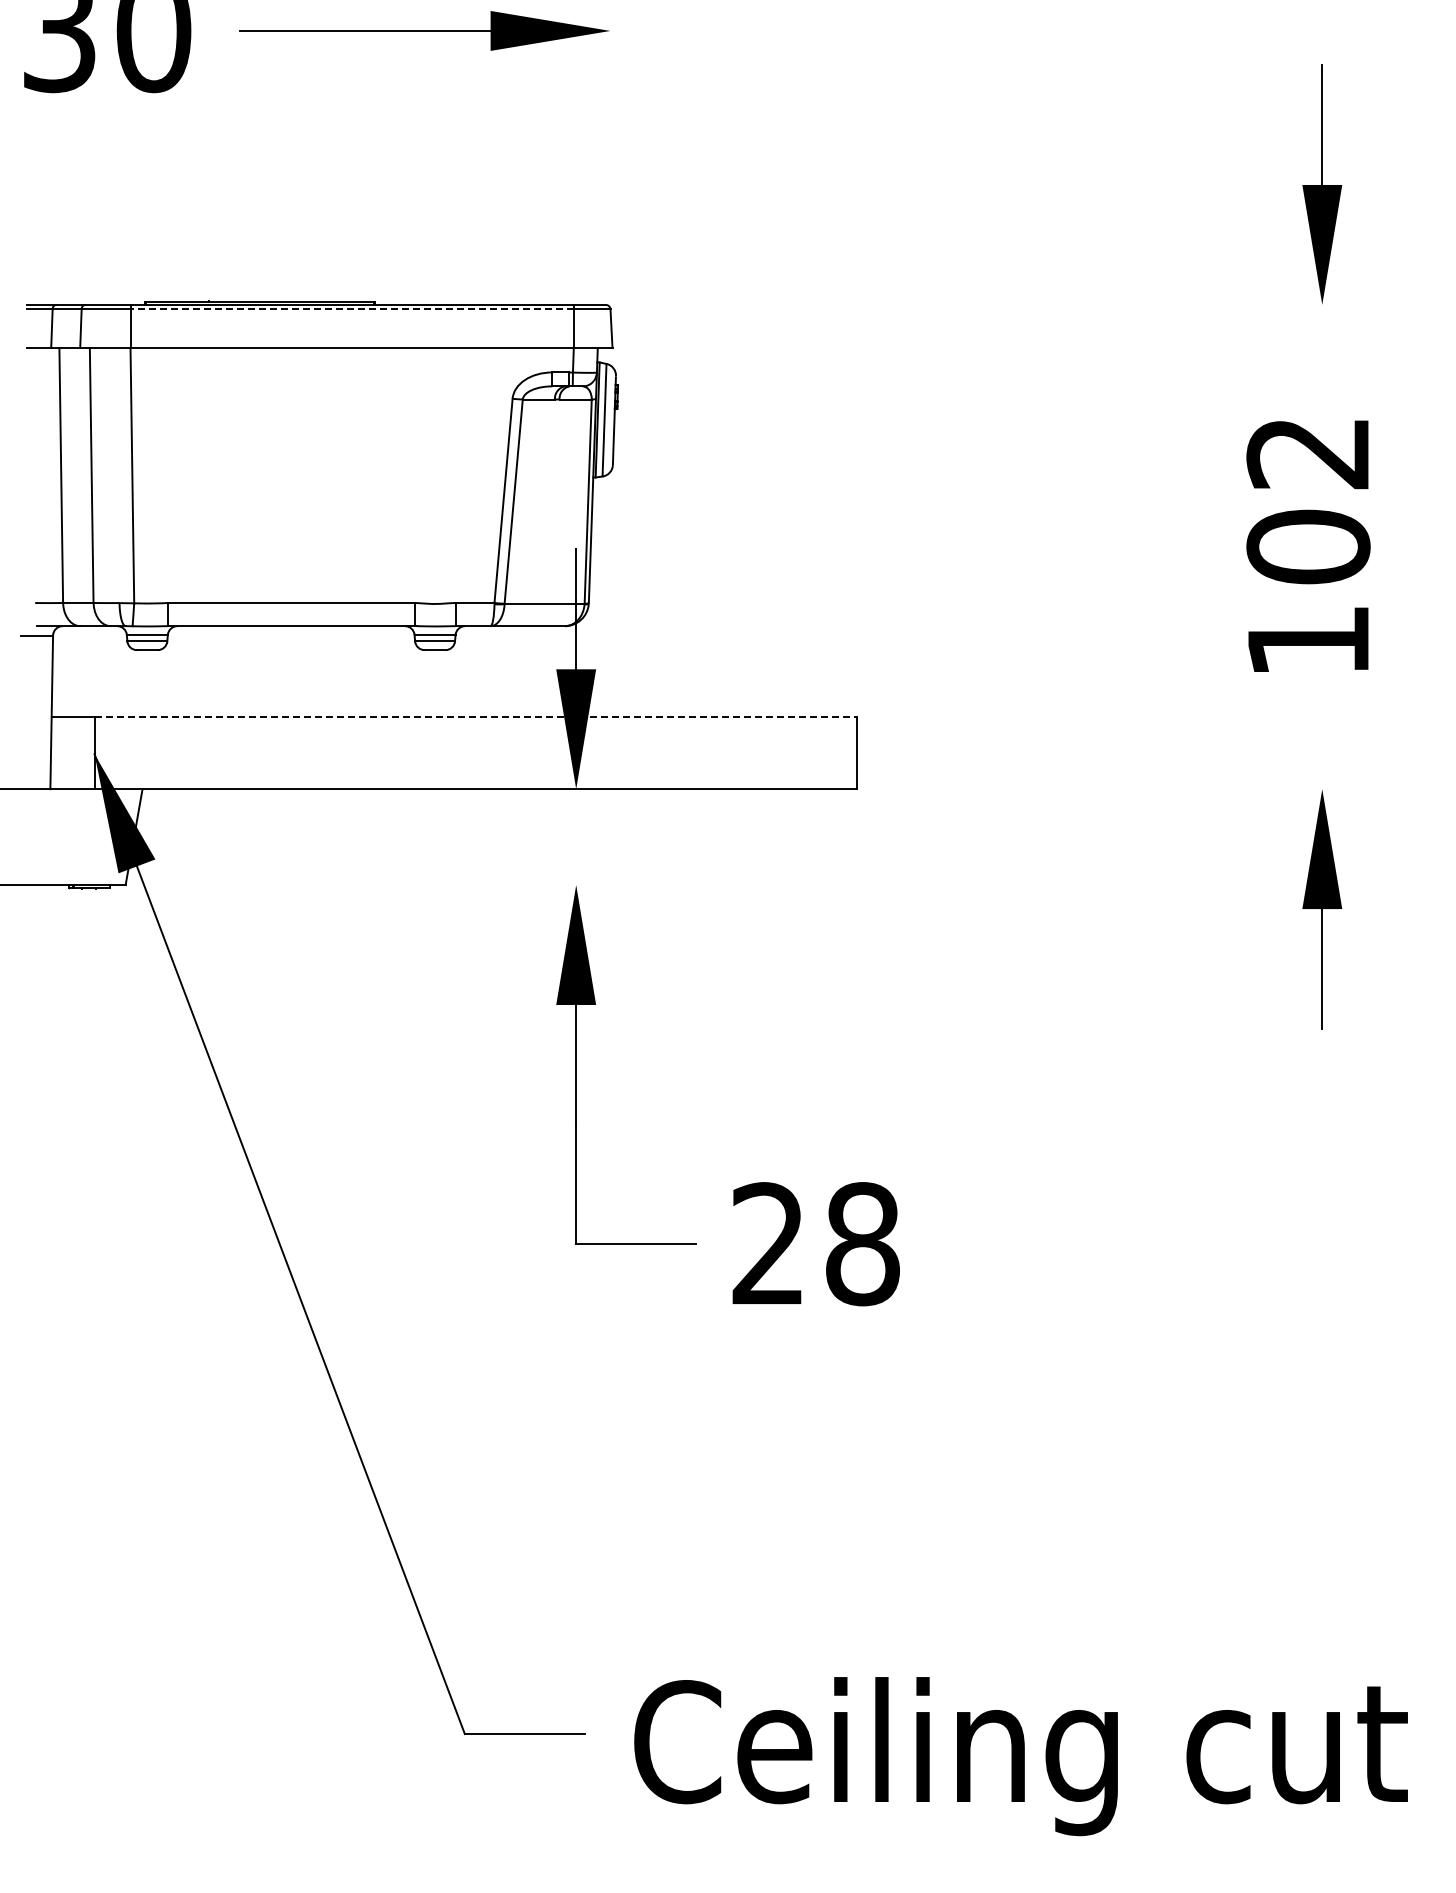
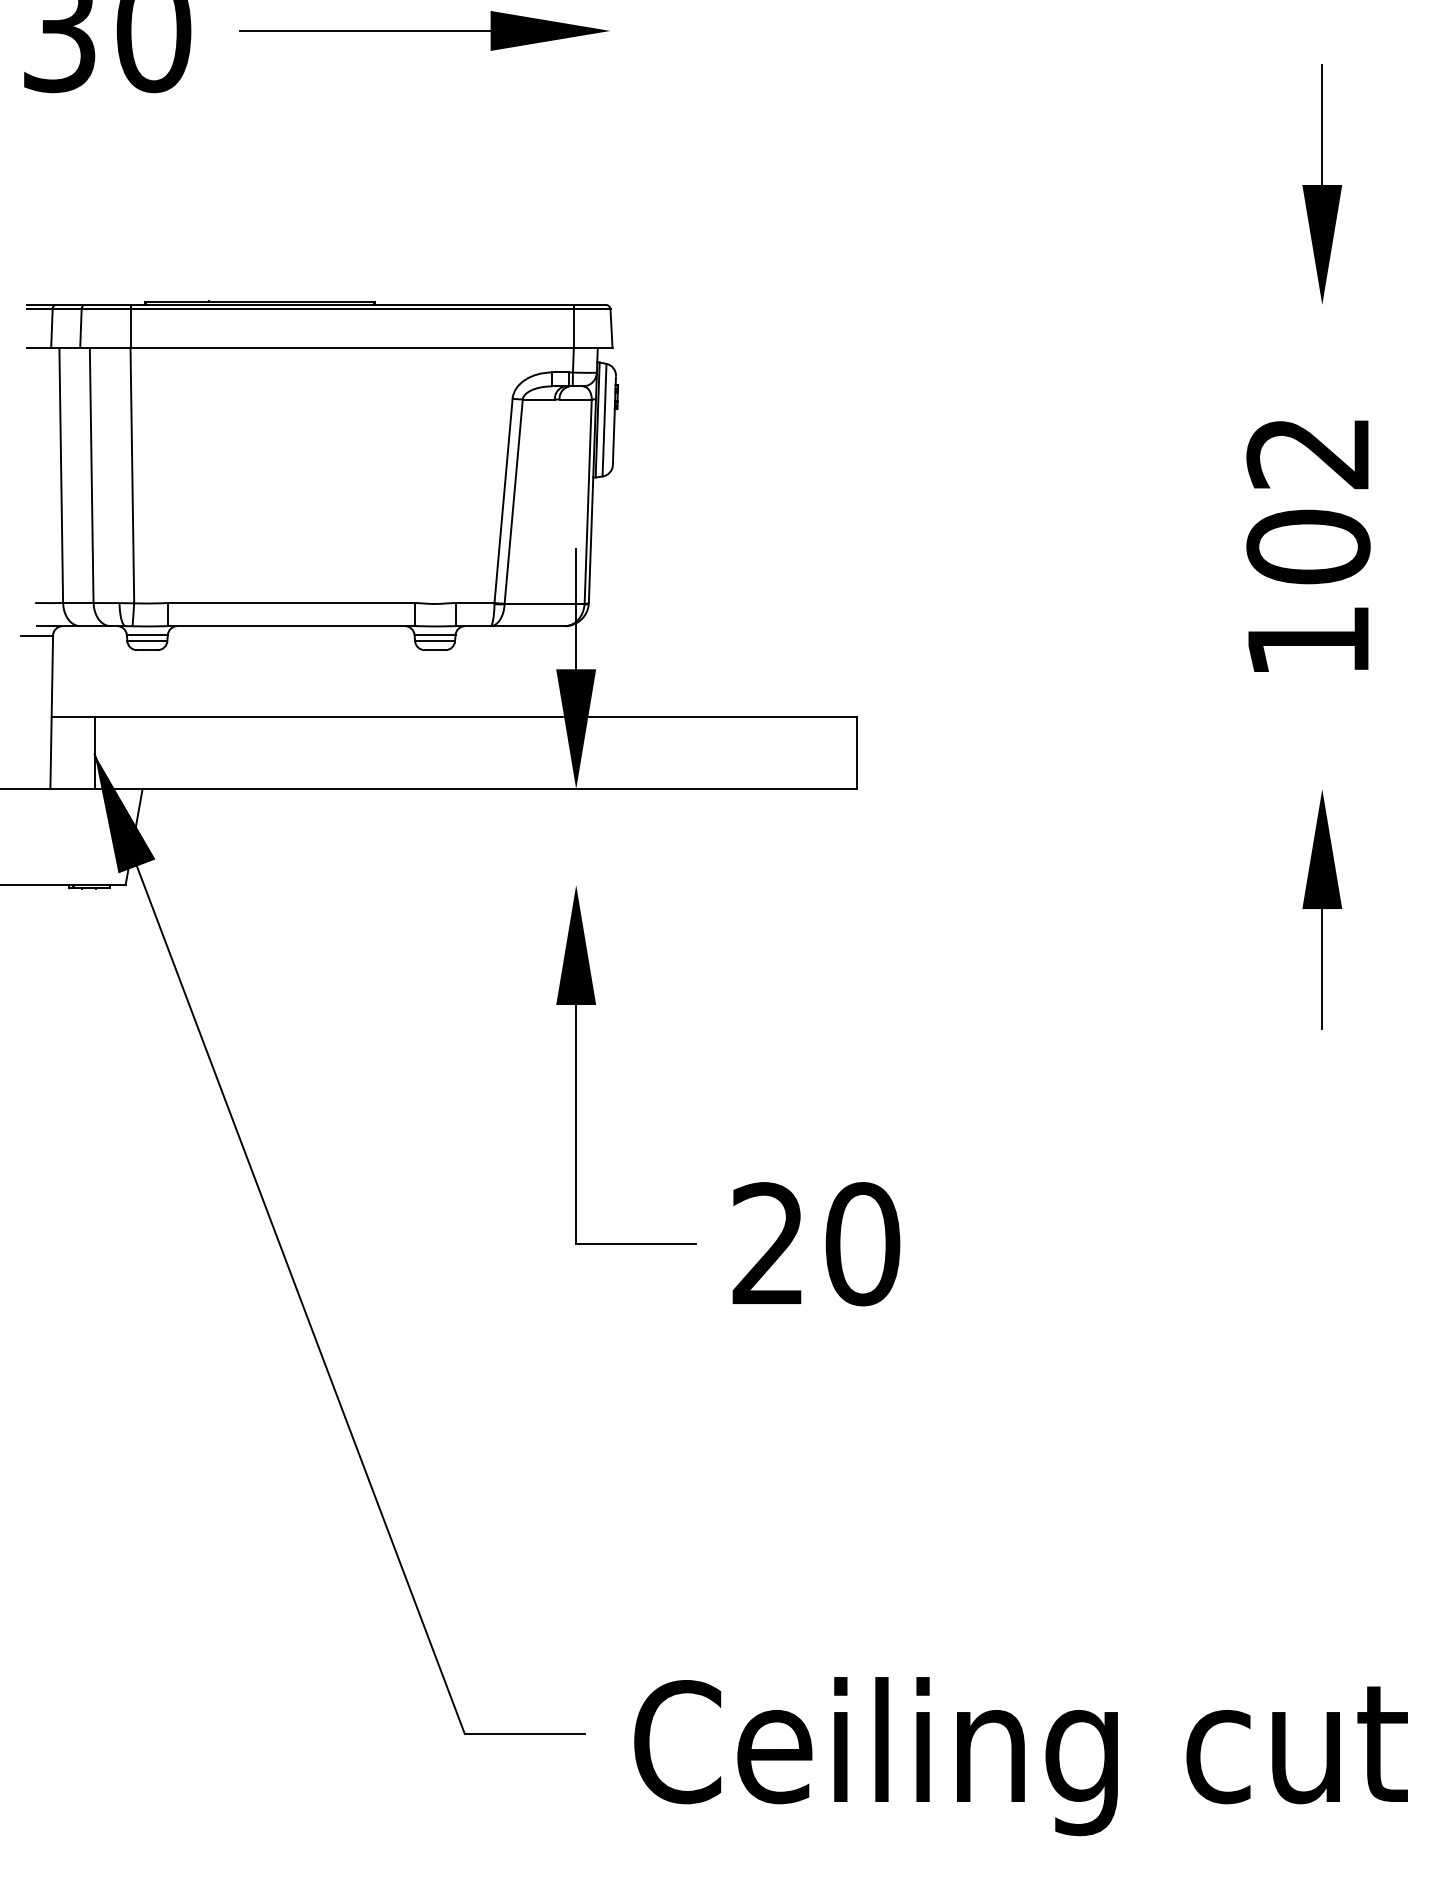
line at (352, 309): dashed -> solid
line at (476, 717): dashed -> solid
text at (862, 1244): 28 -> 20
